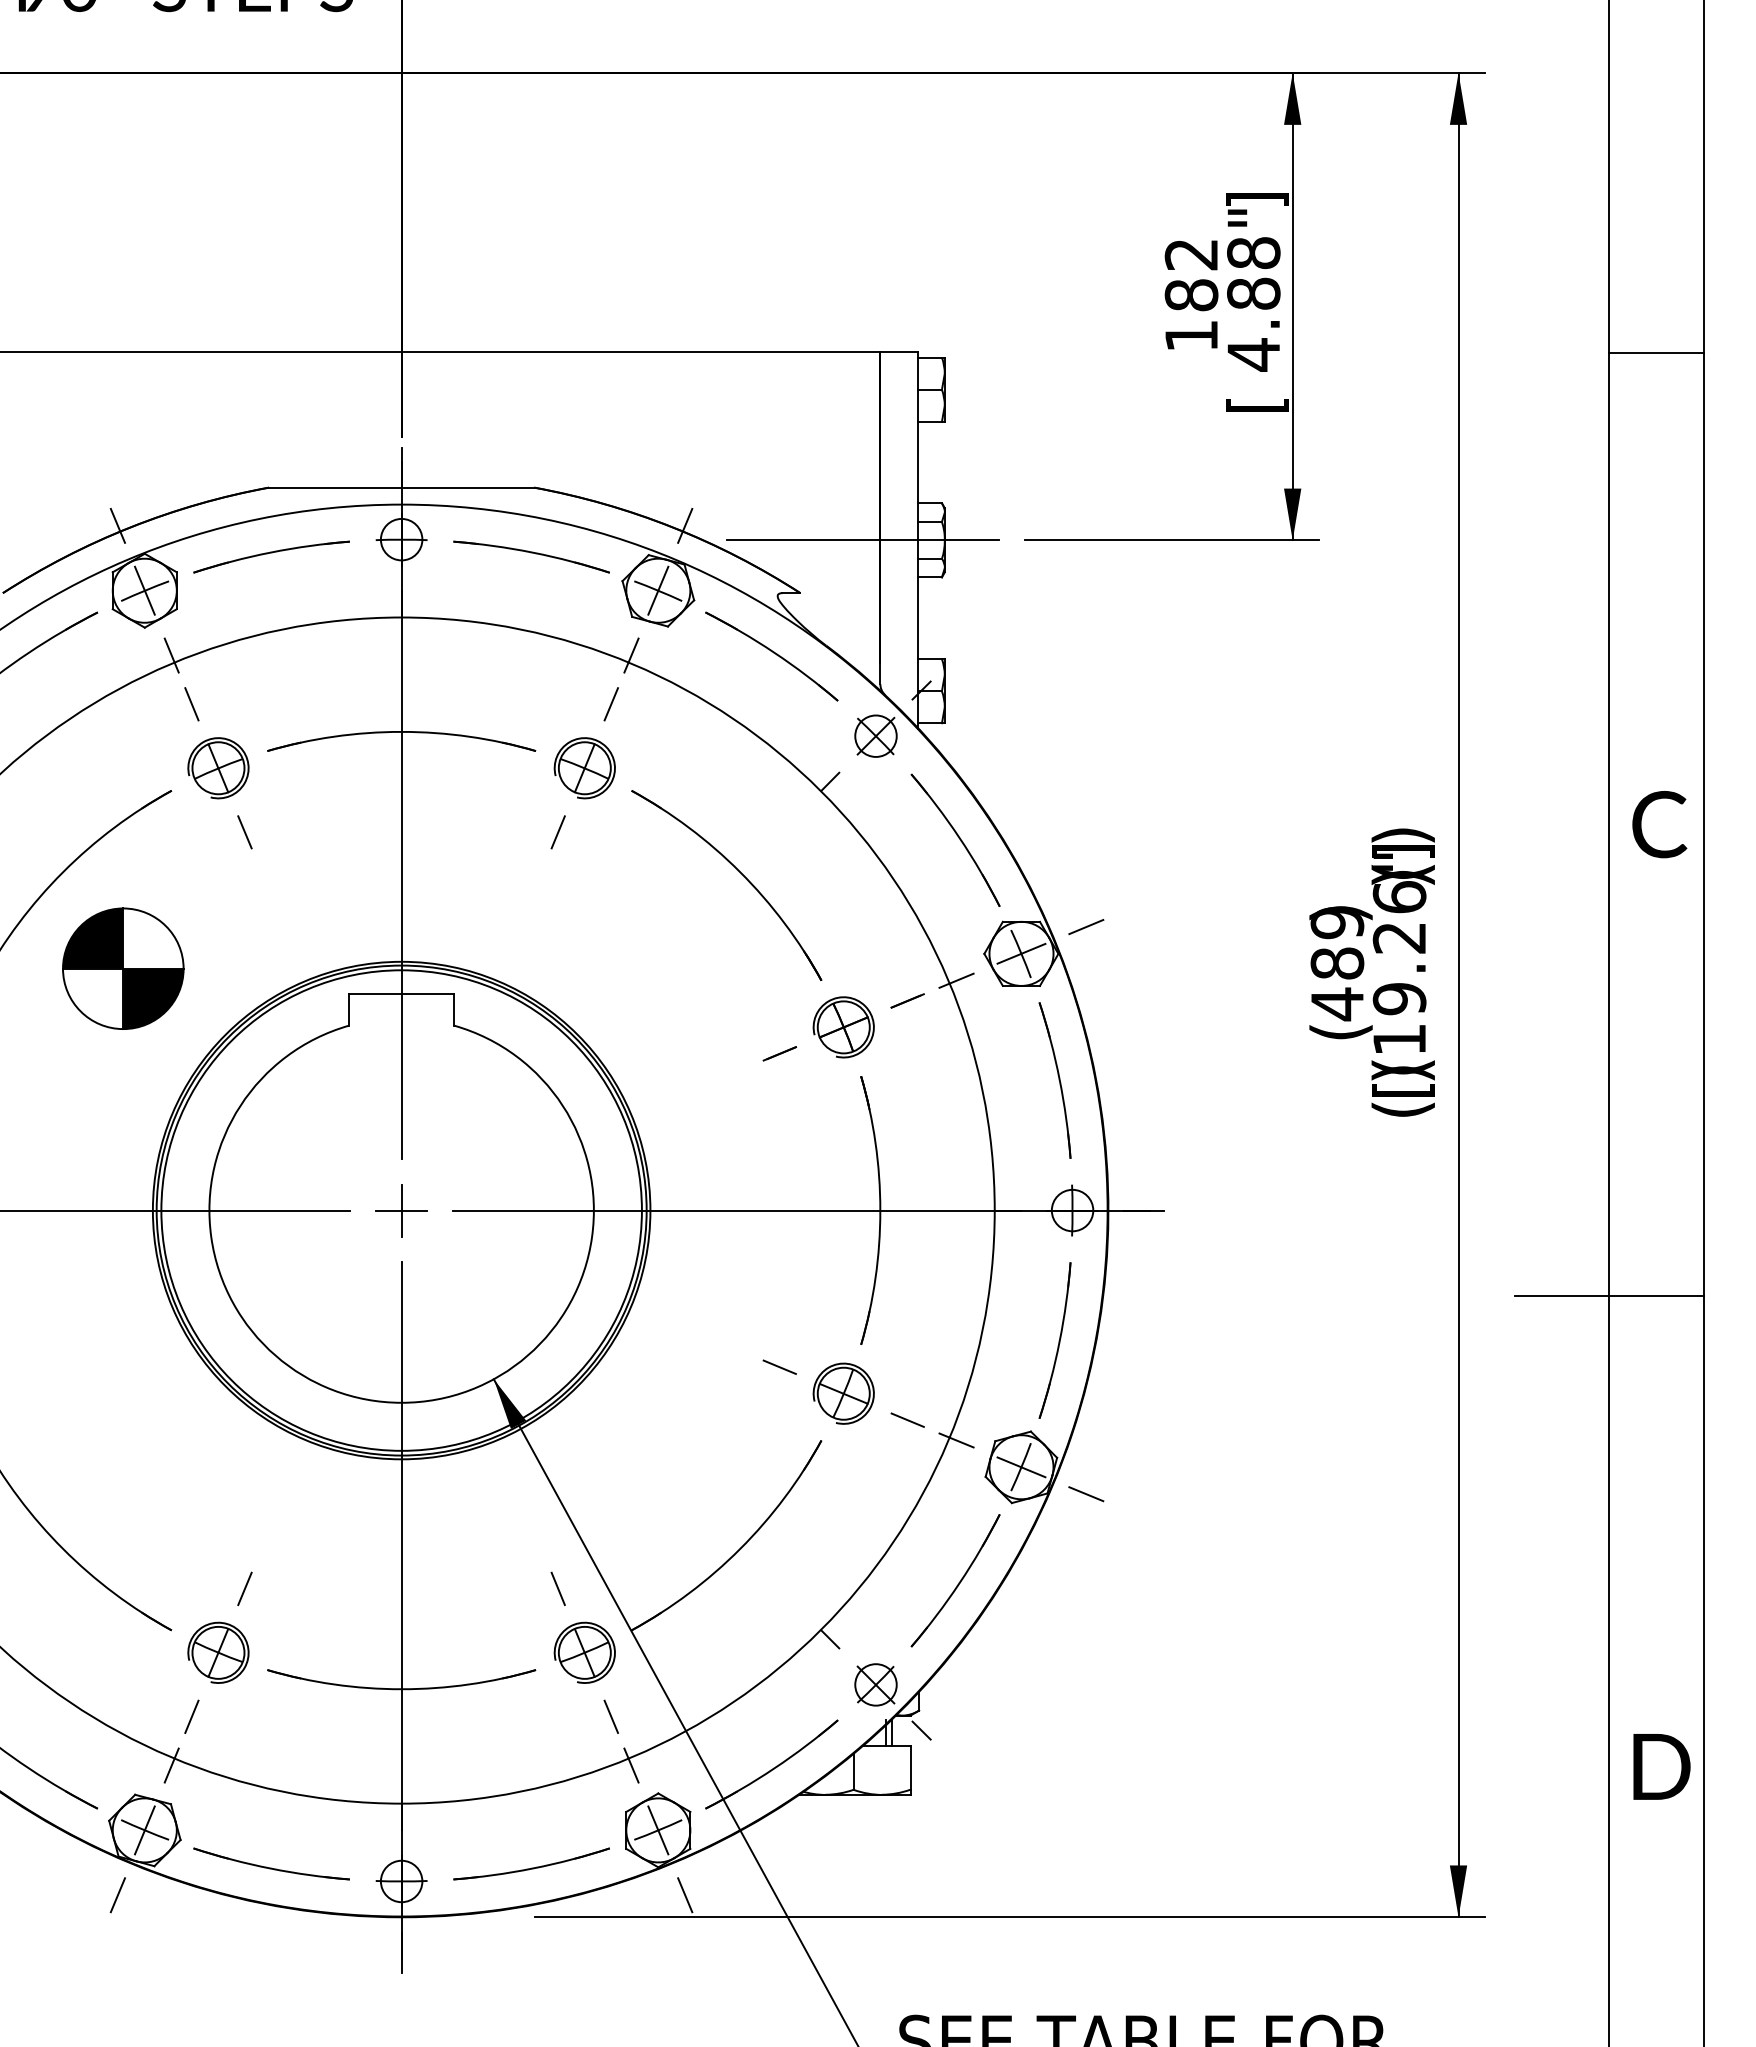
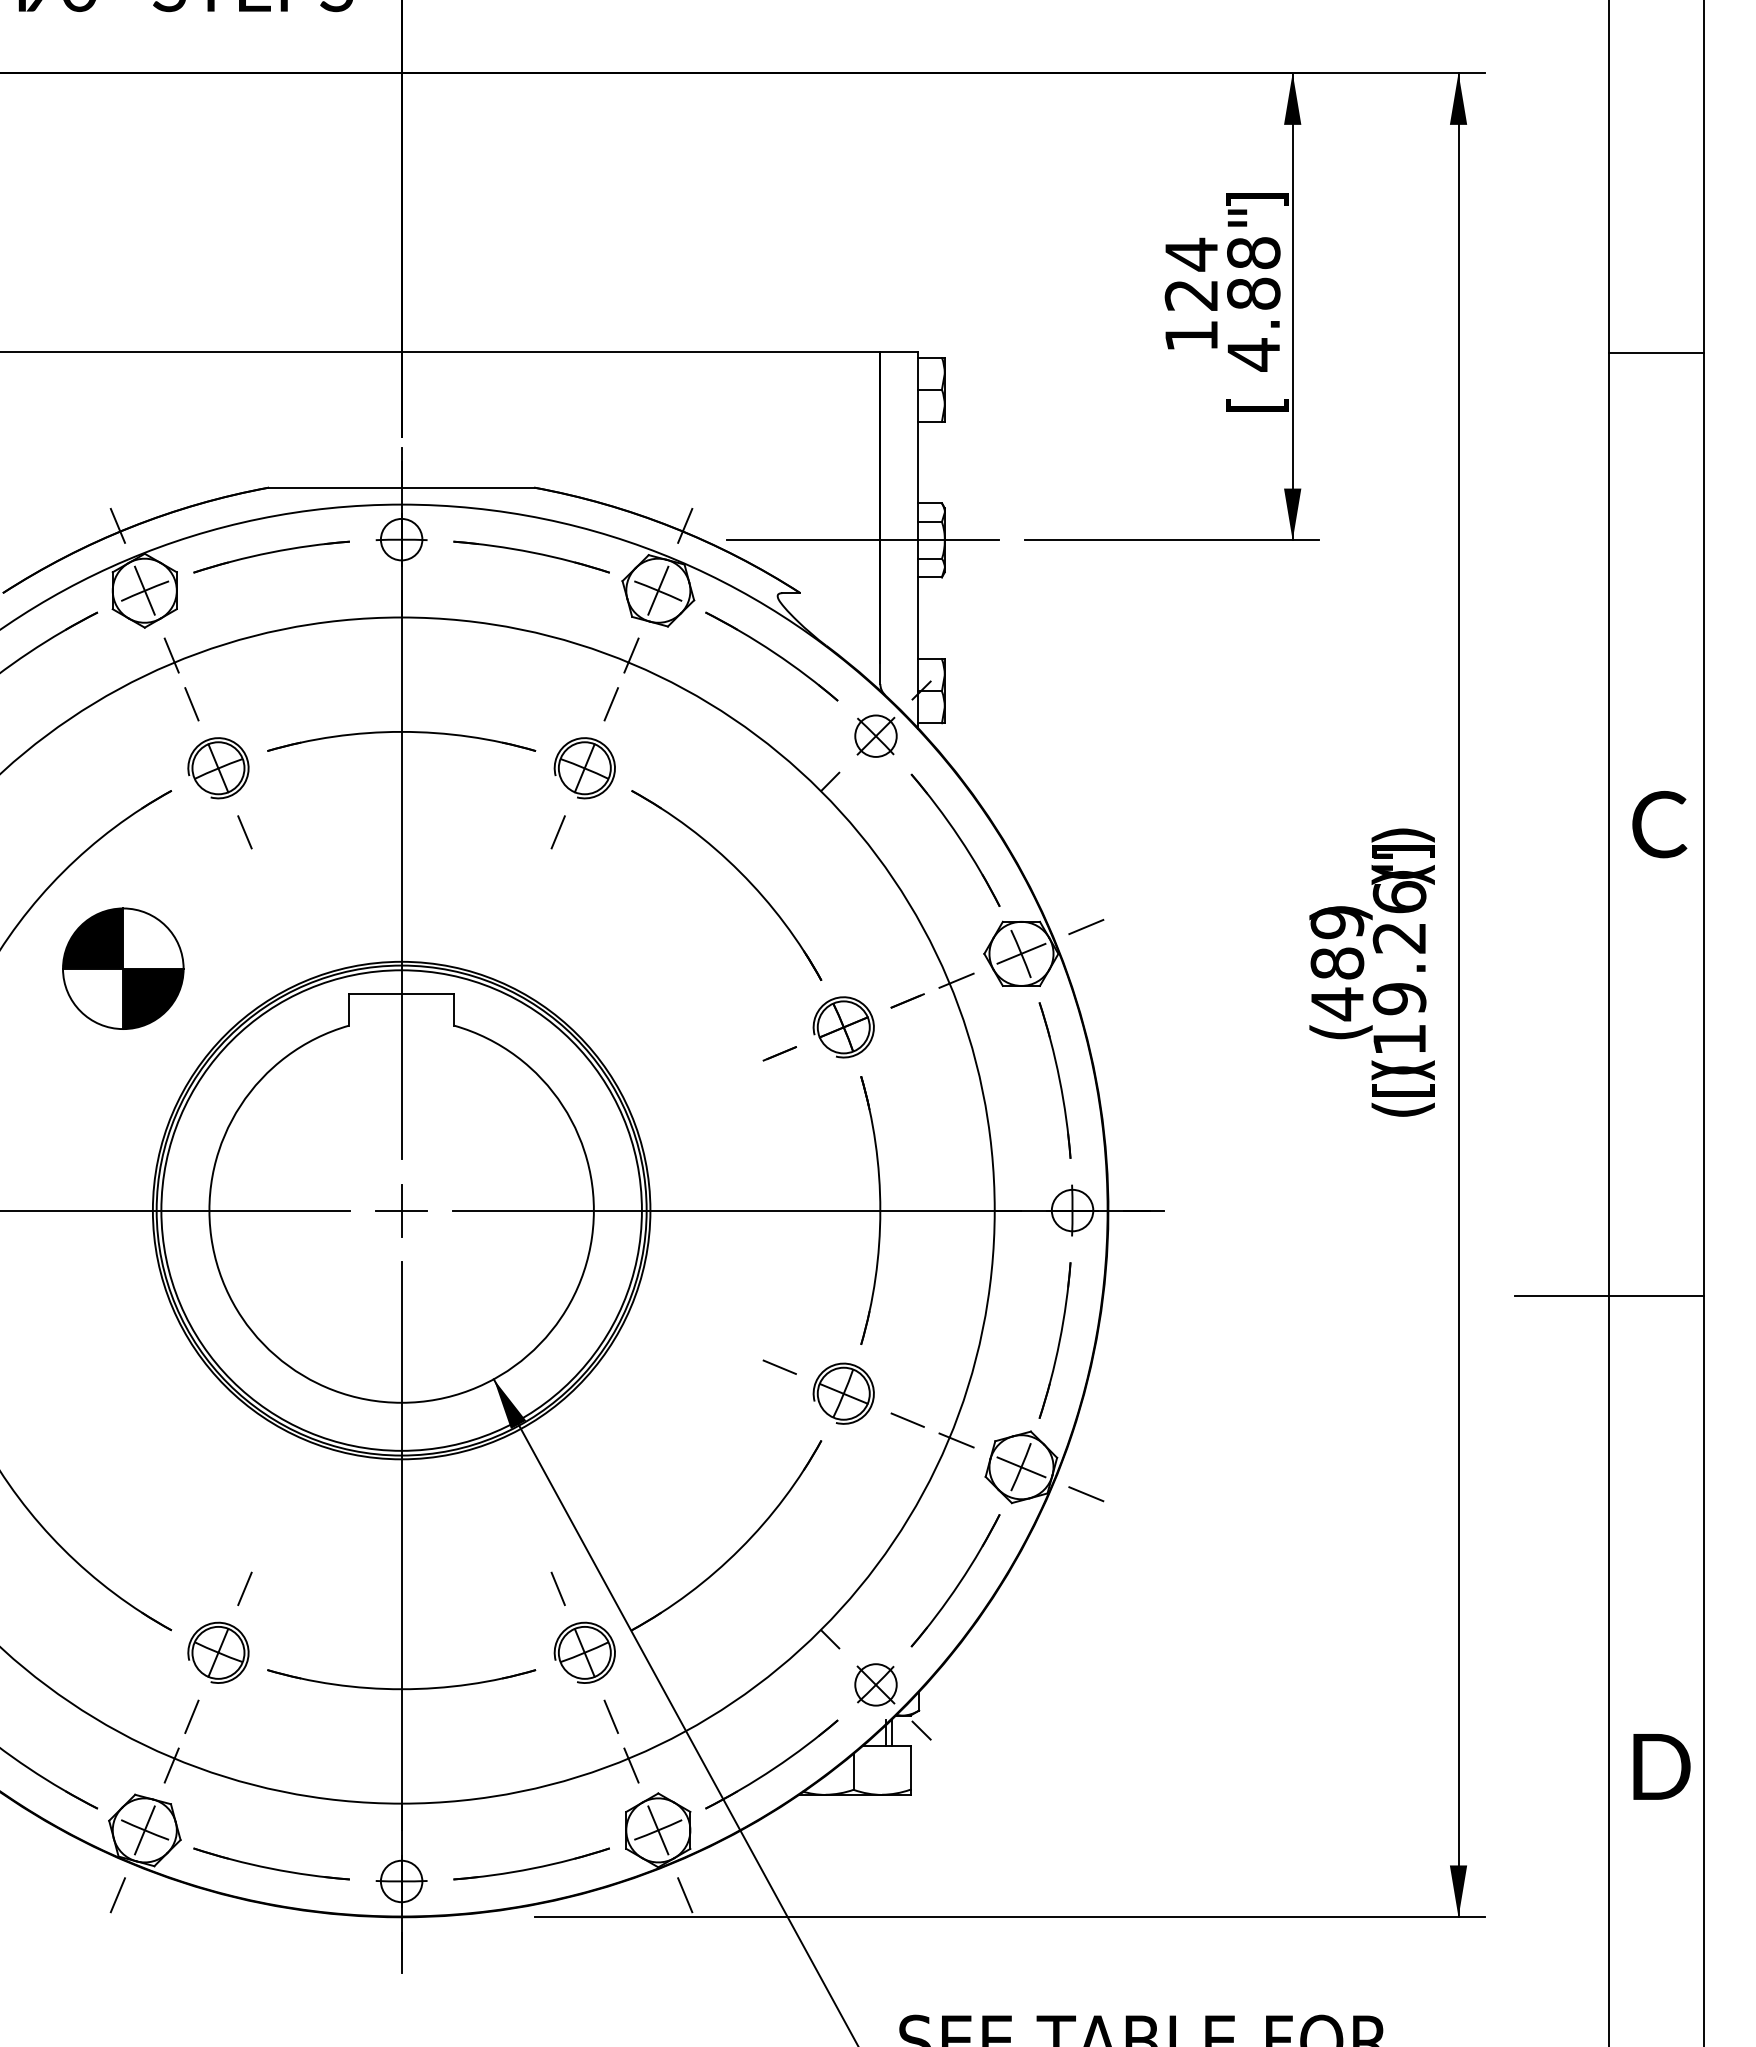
text at (1191, 274): 182 -> 124
